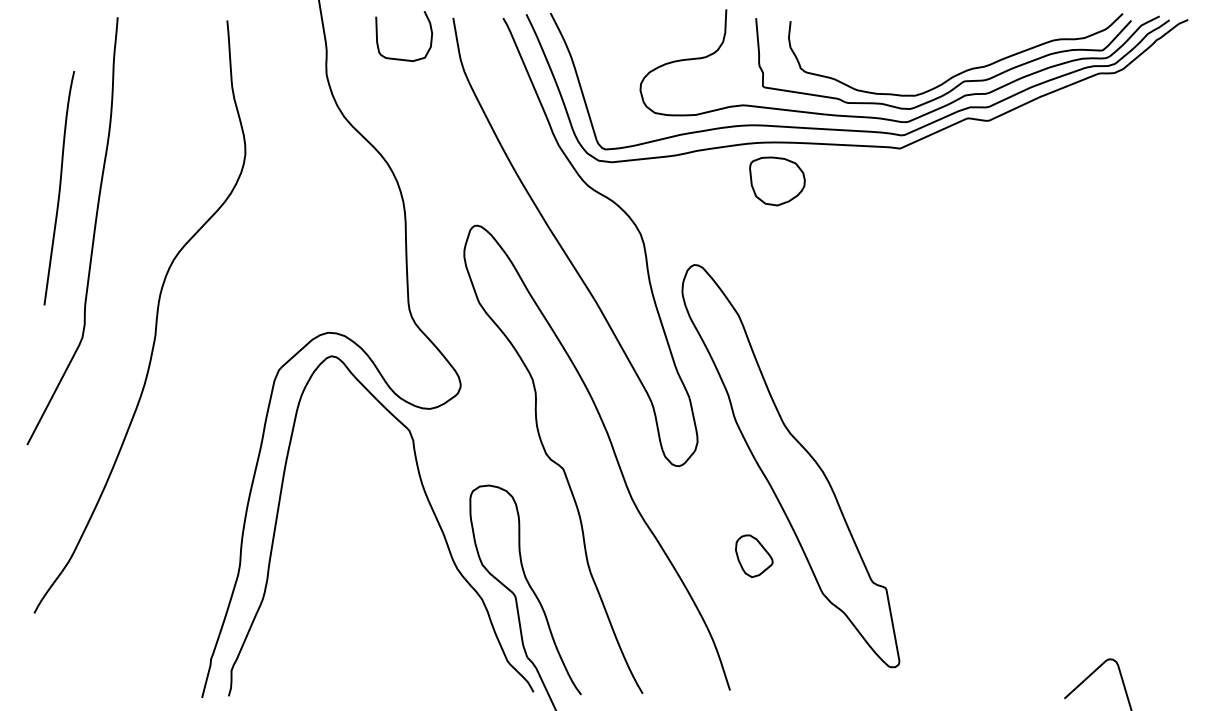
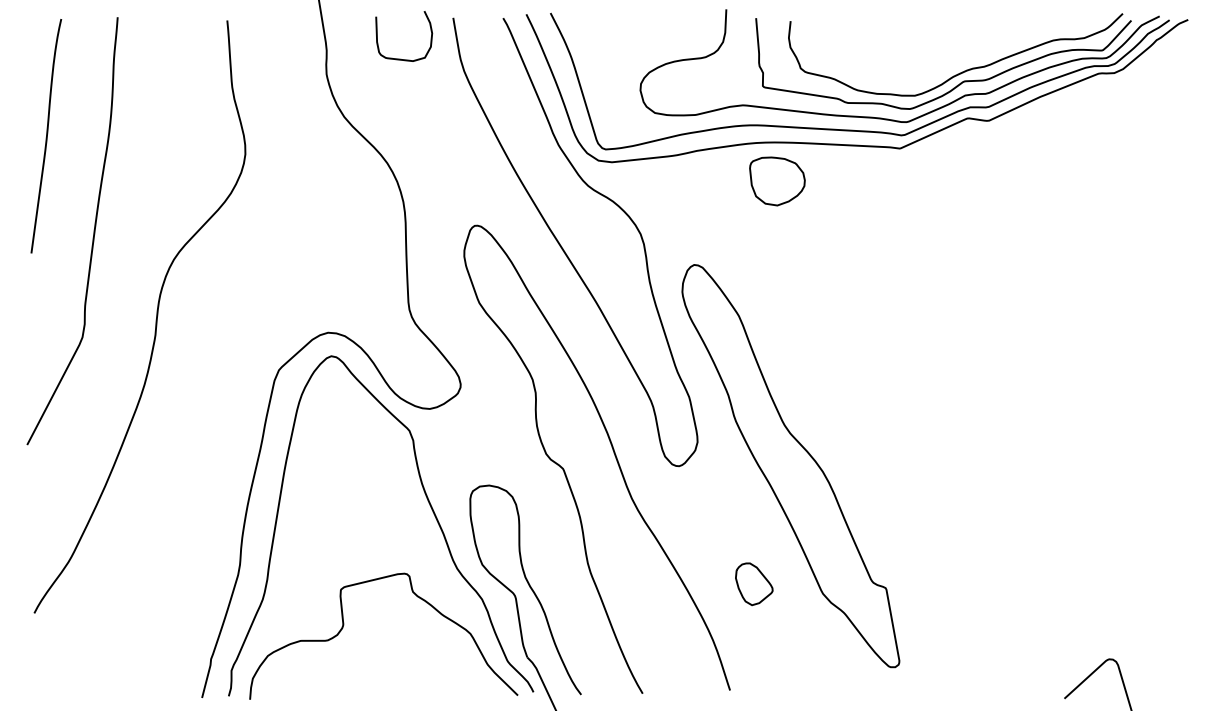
curve at (59, 188) position: (59, 188) -> (46, 136)
part at (754, 556) position: (754, 556) -> (754, 584)
curve at (344, 625): none -> present
